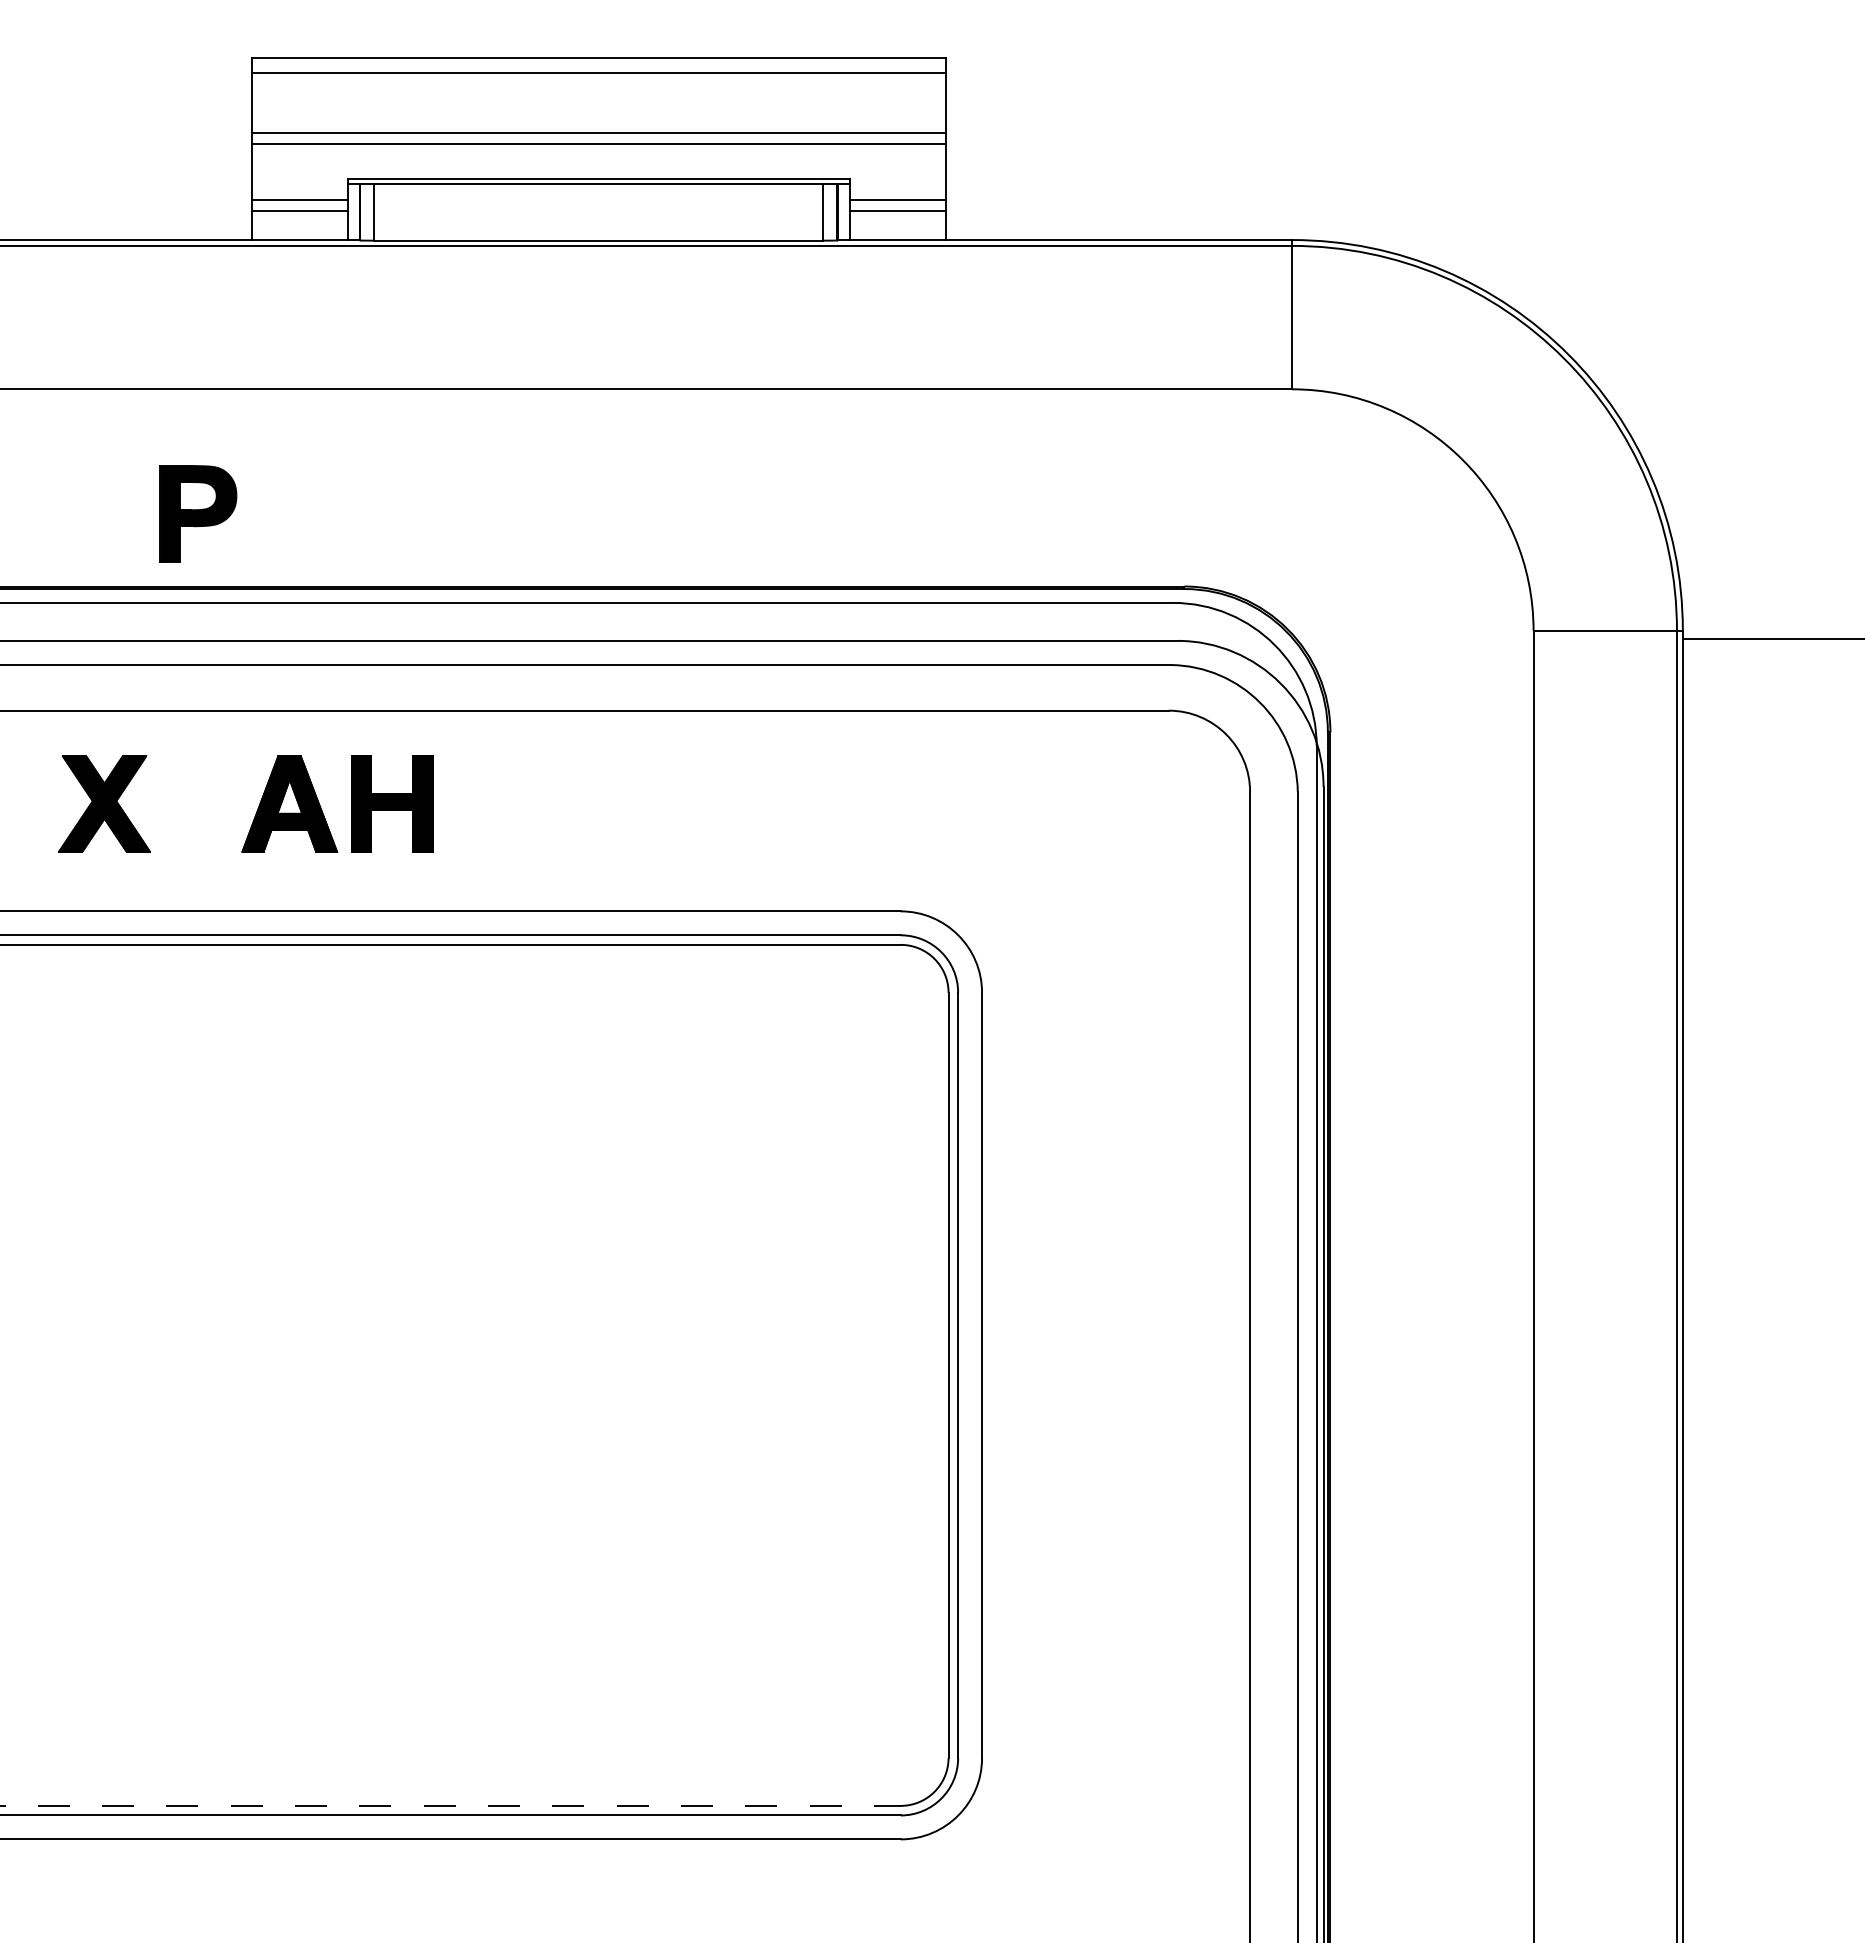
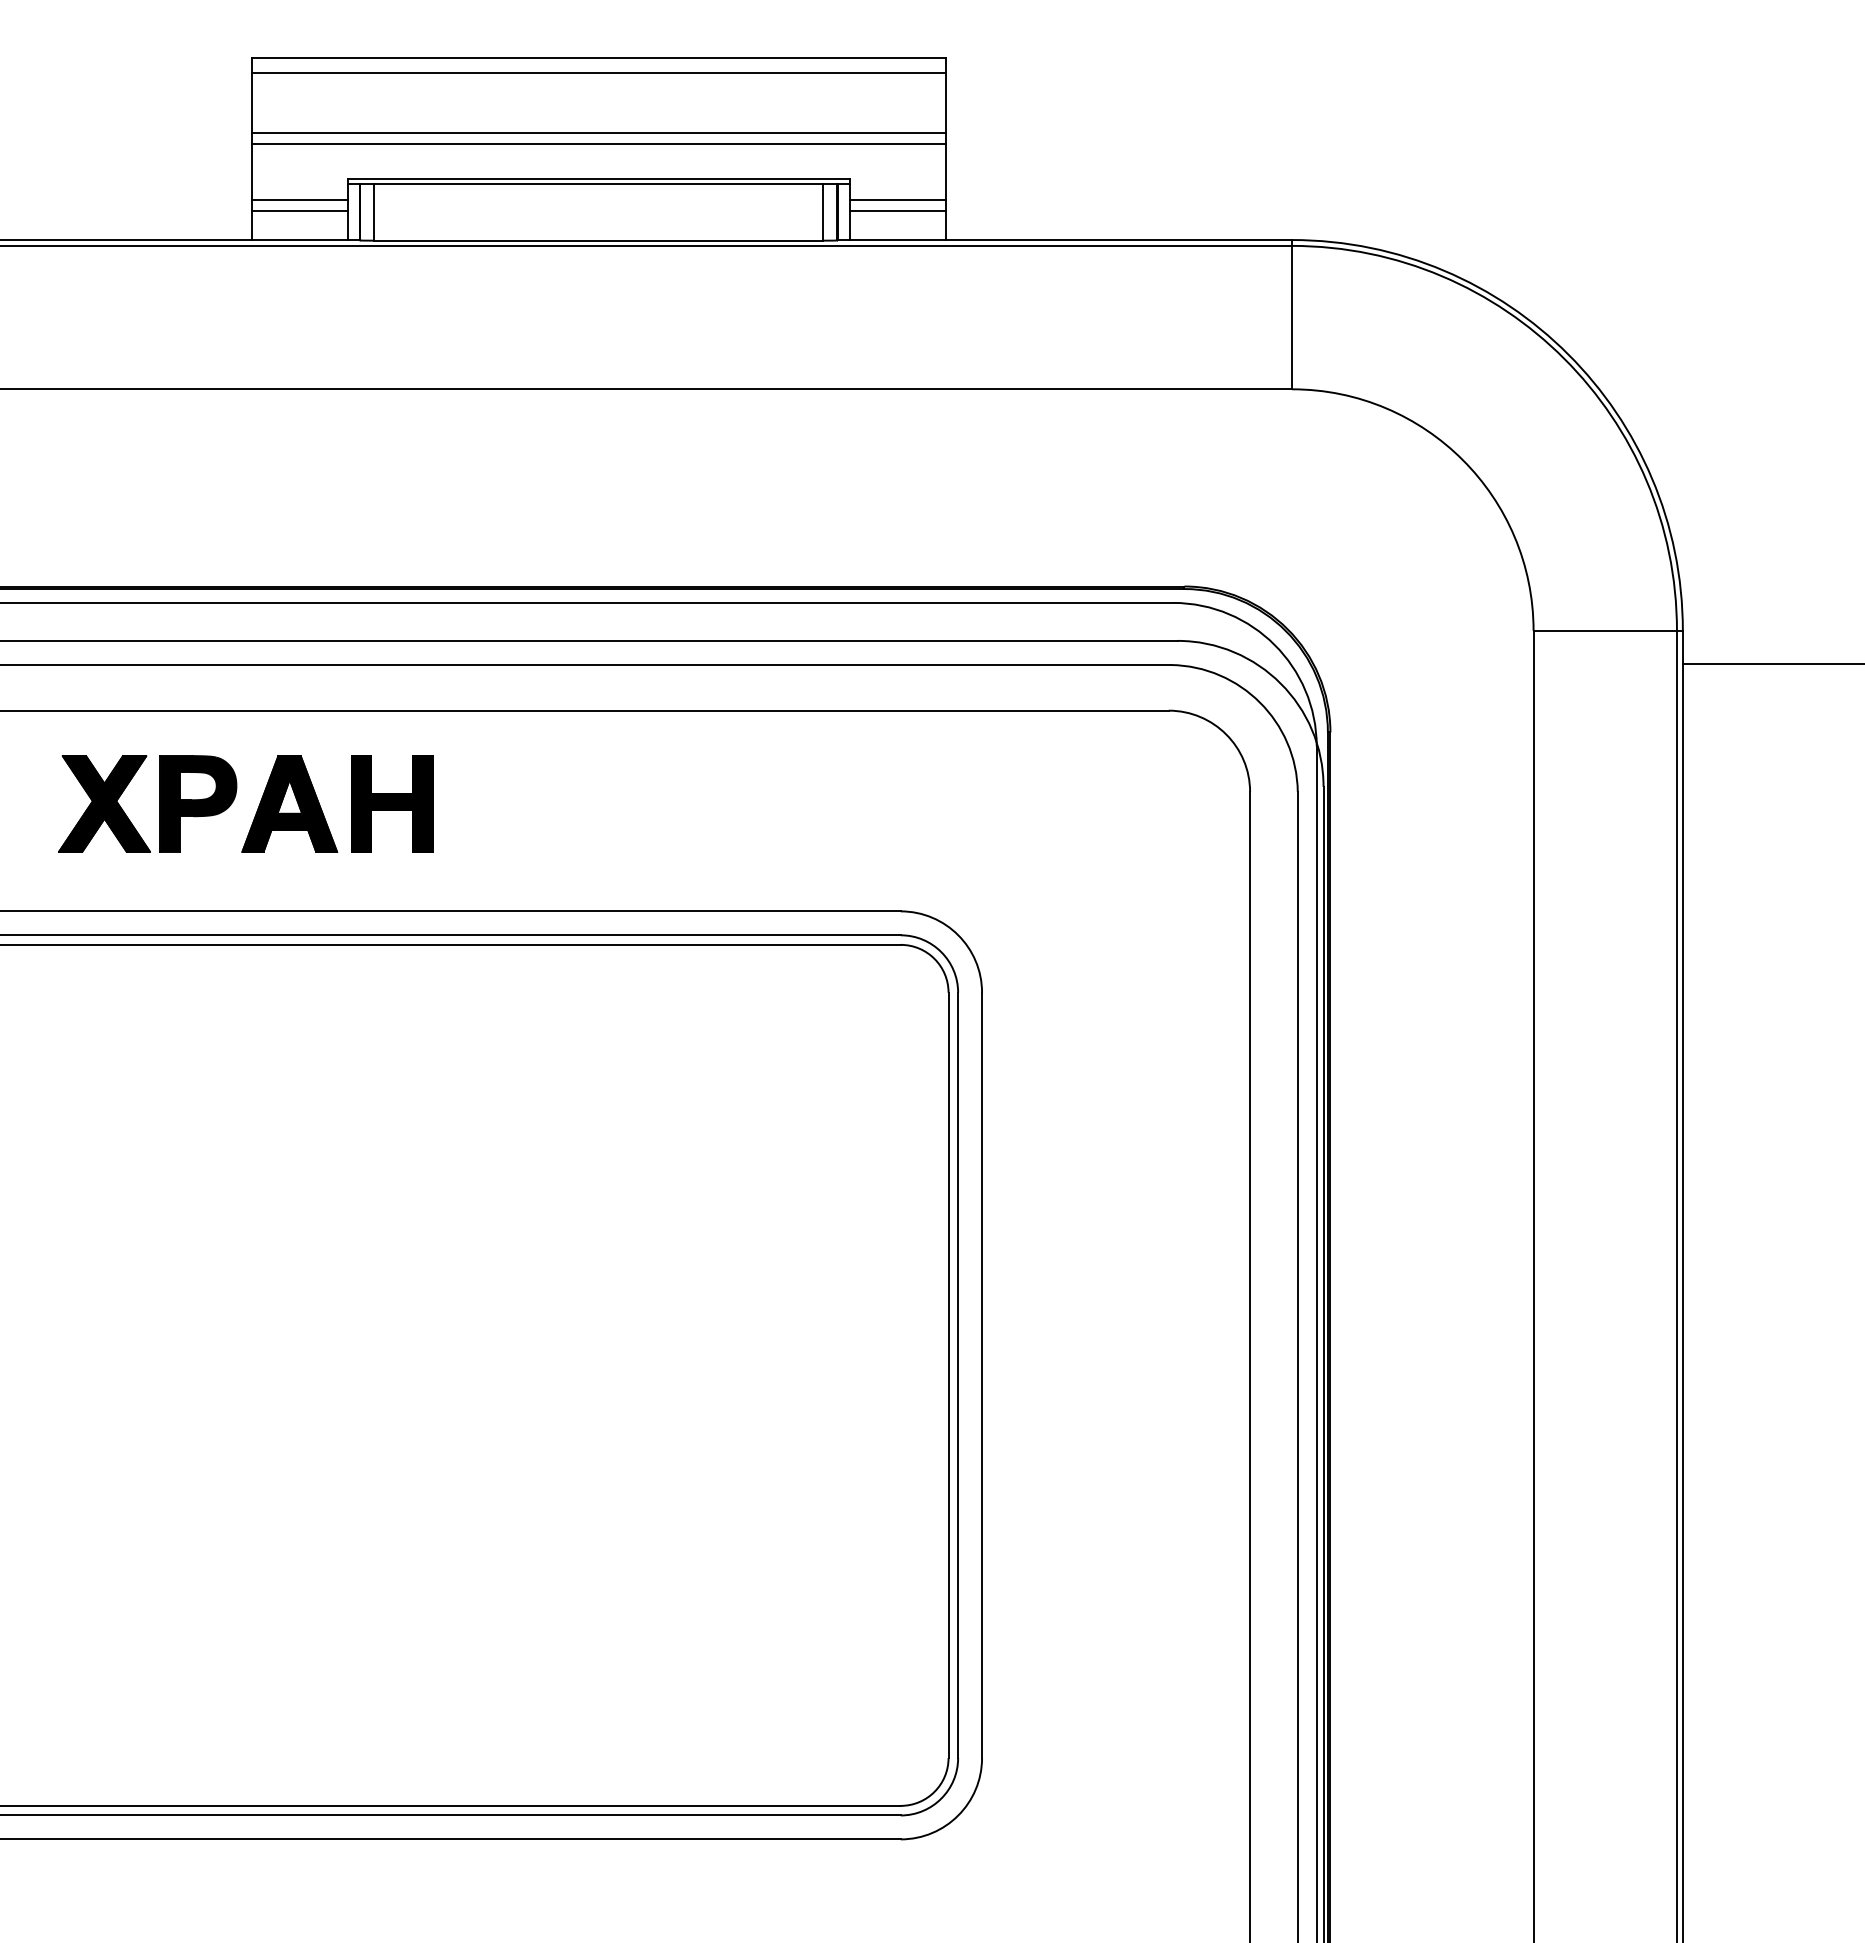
part at (198, 513) position: (198, 513) -> (198, 803)
line at (1771, 638) position: (1771, 638) -> (1771, 663)
line at (450, 1805): dashed -> solid
